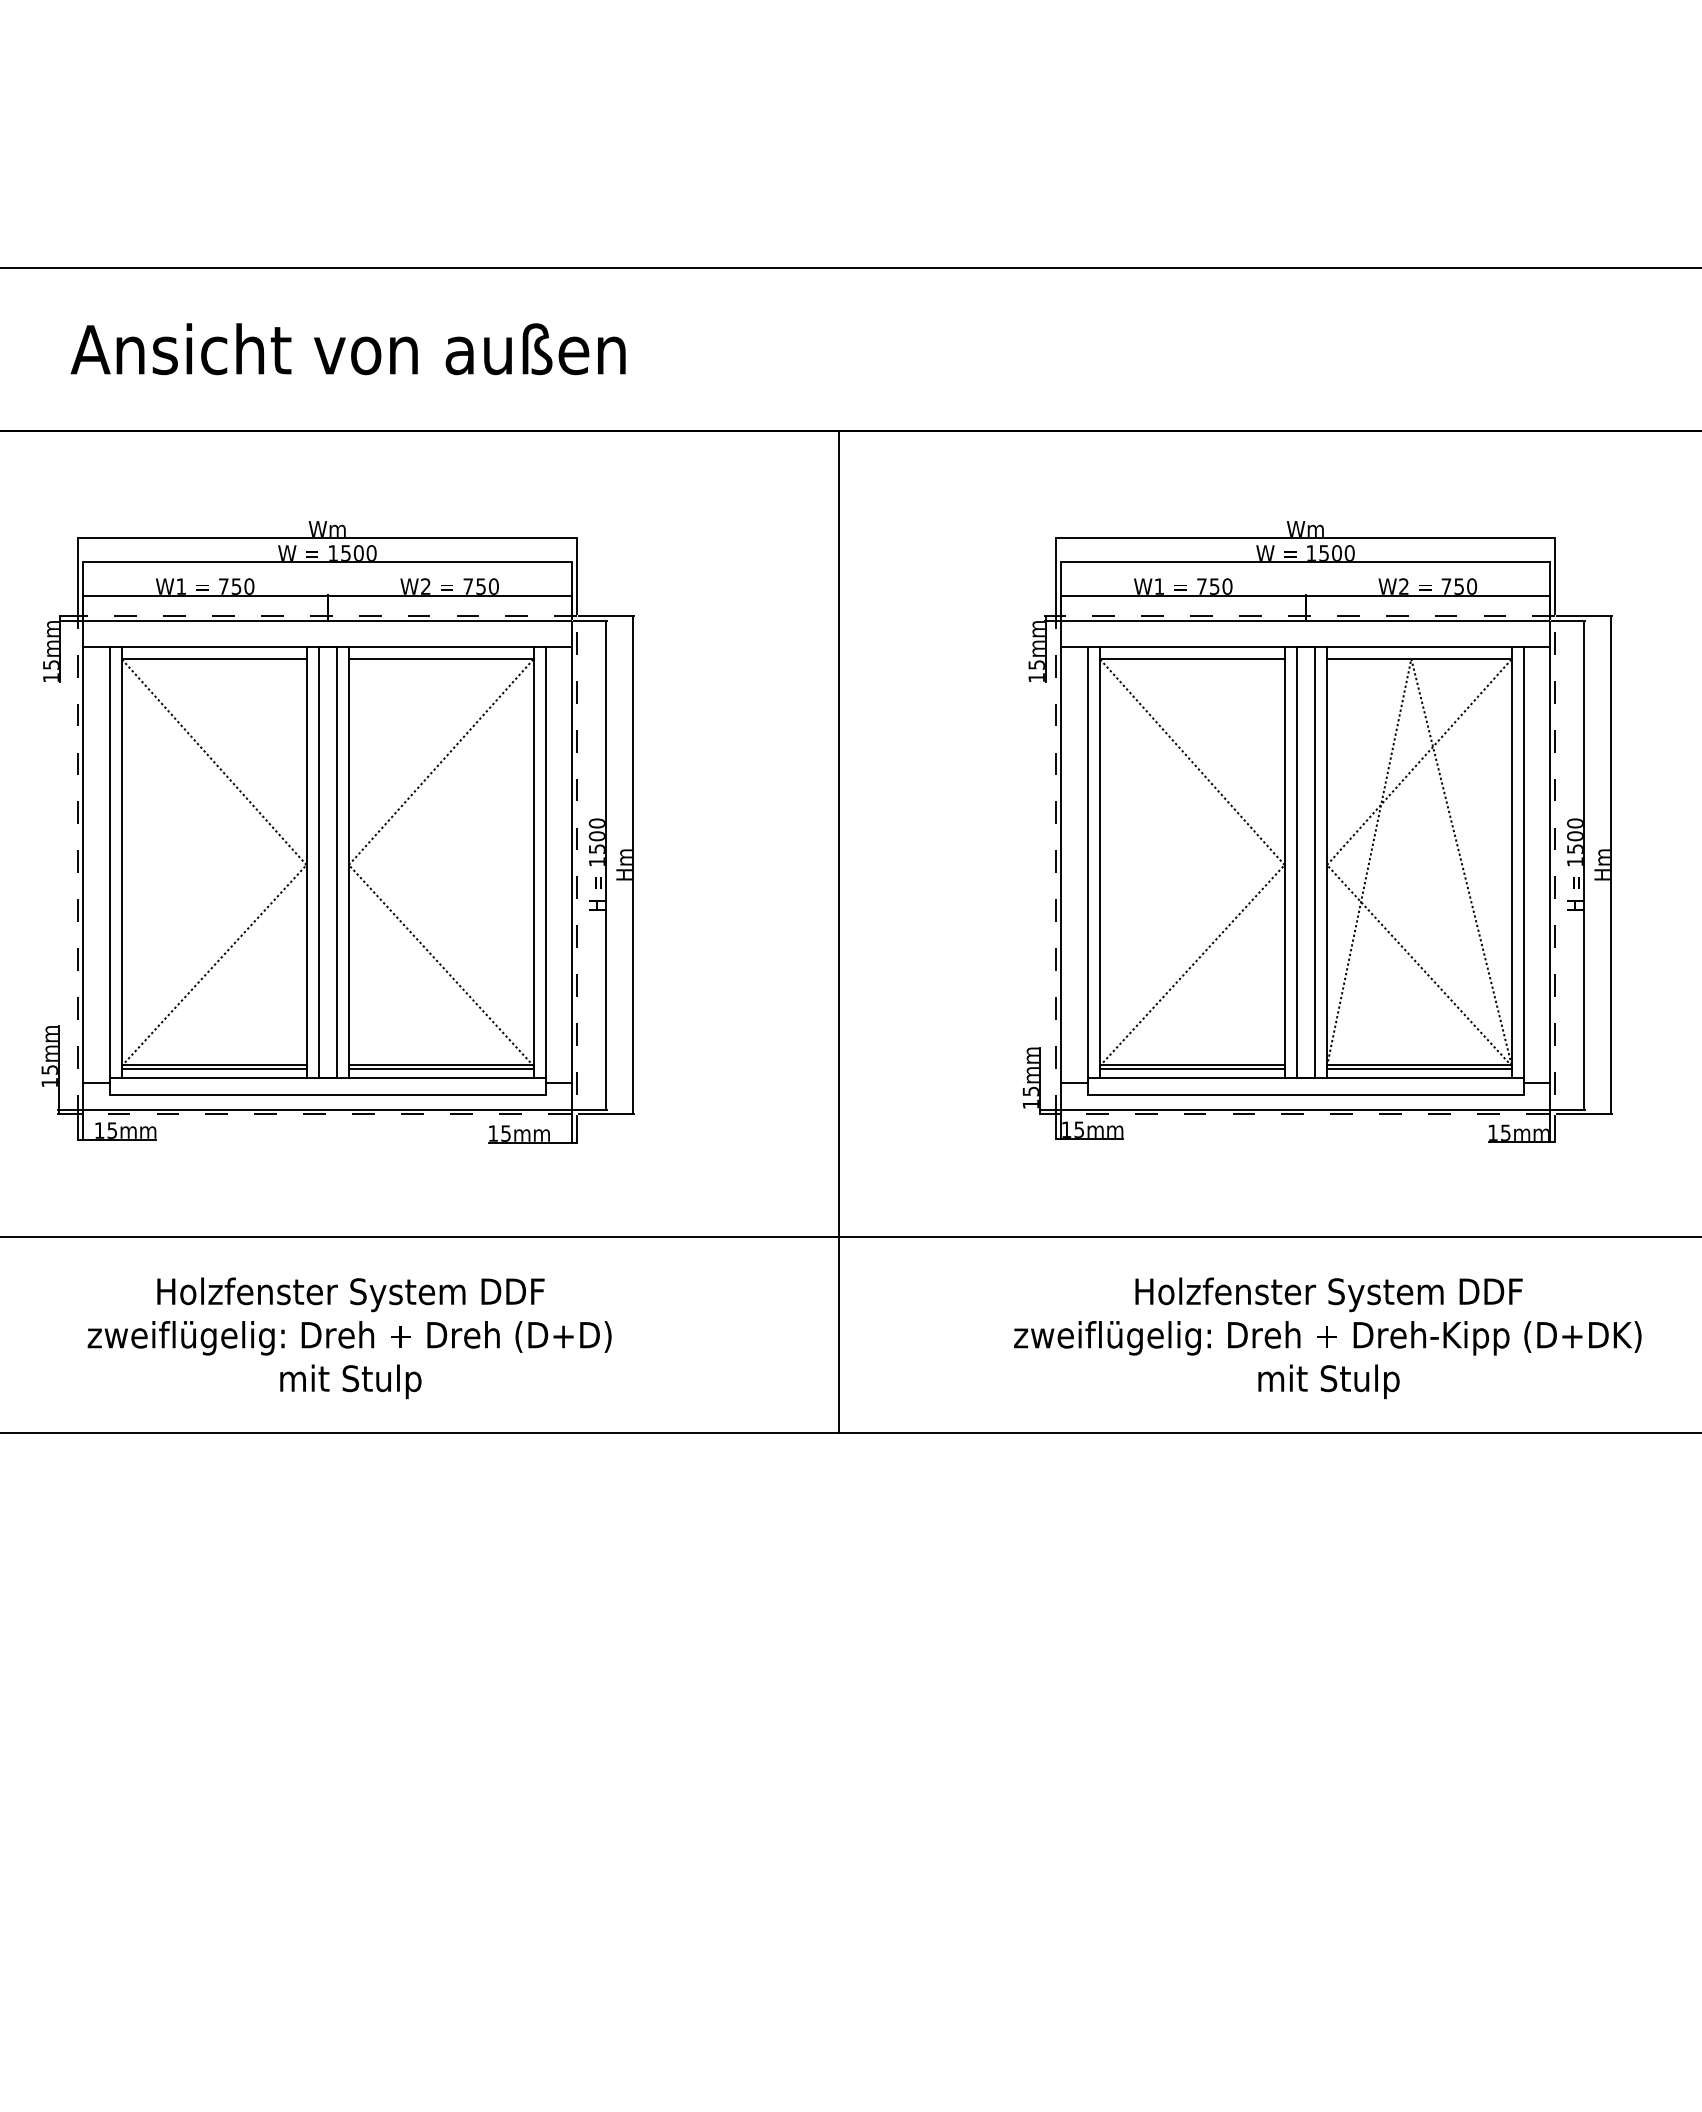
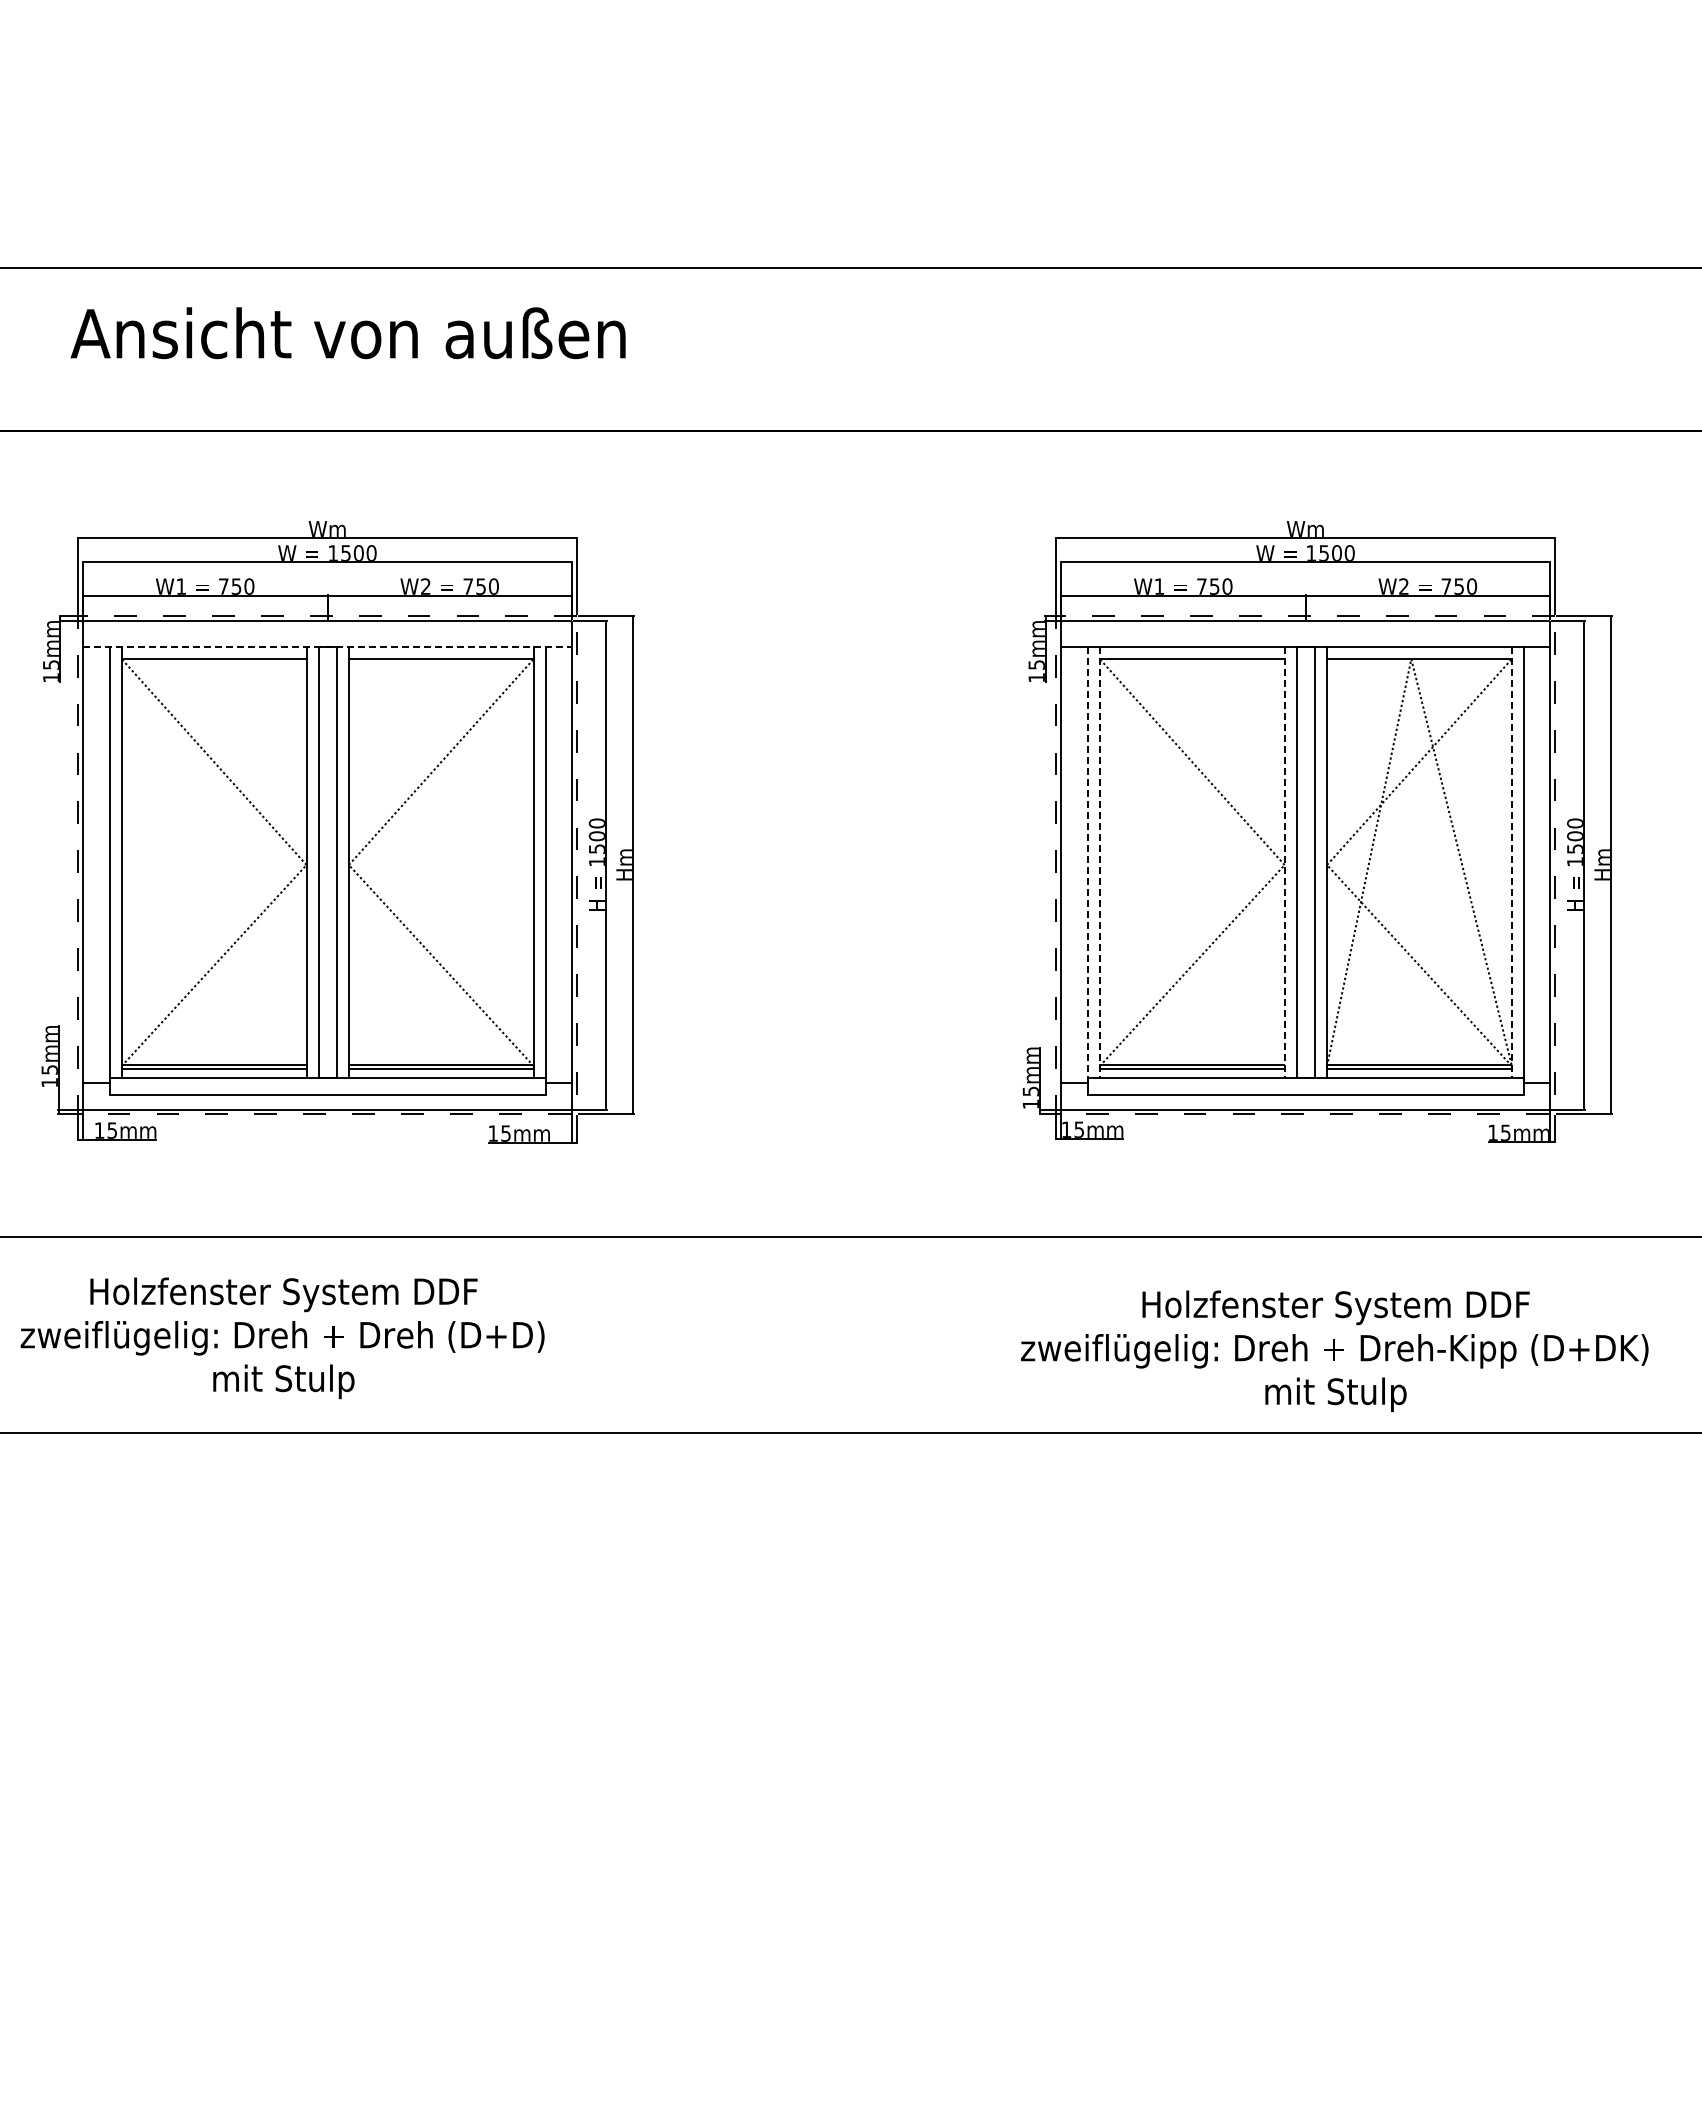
text at (347, 349) position: (347, 349) -> (347, 333)
line at (327, 646): solid -> dashed
line at (1099, 862): solid -> dashed
line at (1284, 862): solid -> dashed
line at (1511, 862): solid -> dashed
line at (1087, 864): solid -> dashed
line at (839, 931): present -> none
text at (349, 1338) position: (349, 1338) -> (282, 1338)
text at (1327, 1338) position: (1327, 1338) -> (1334, 1351)
